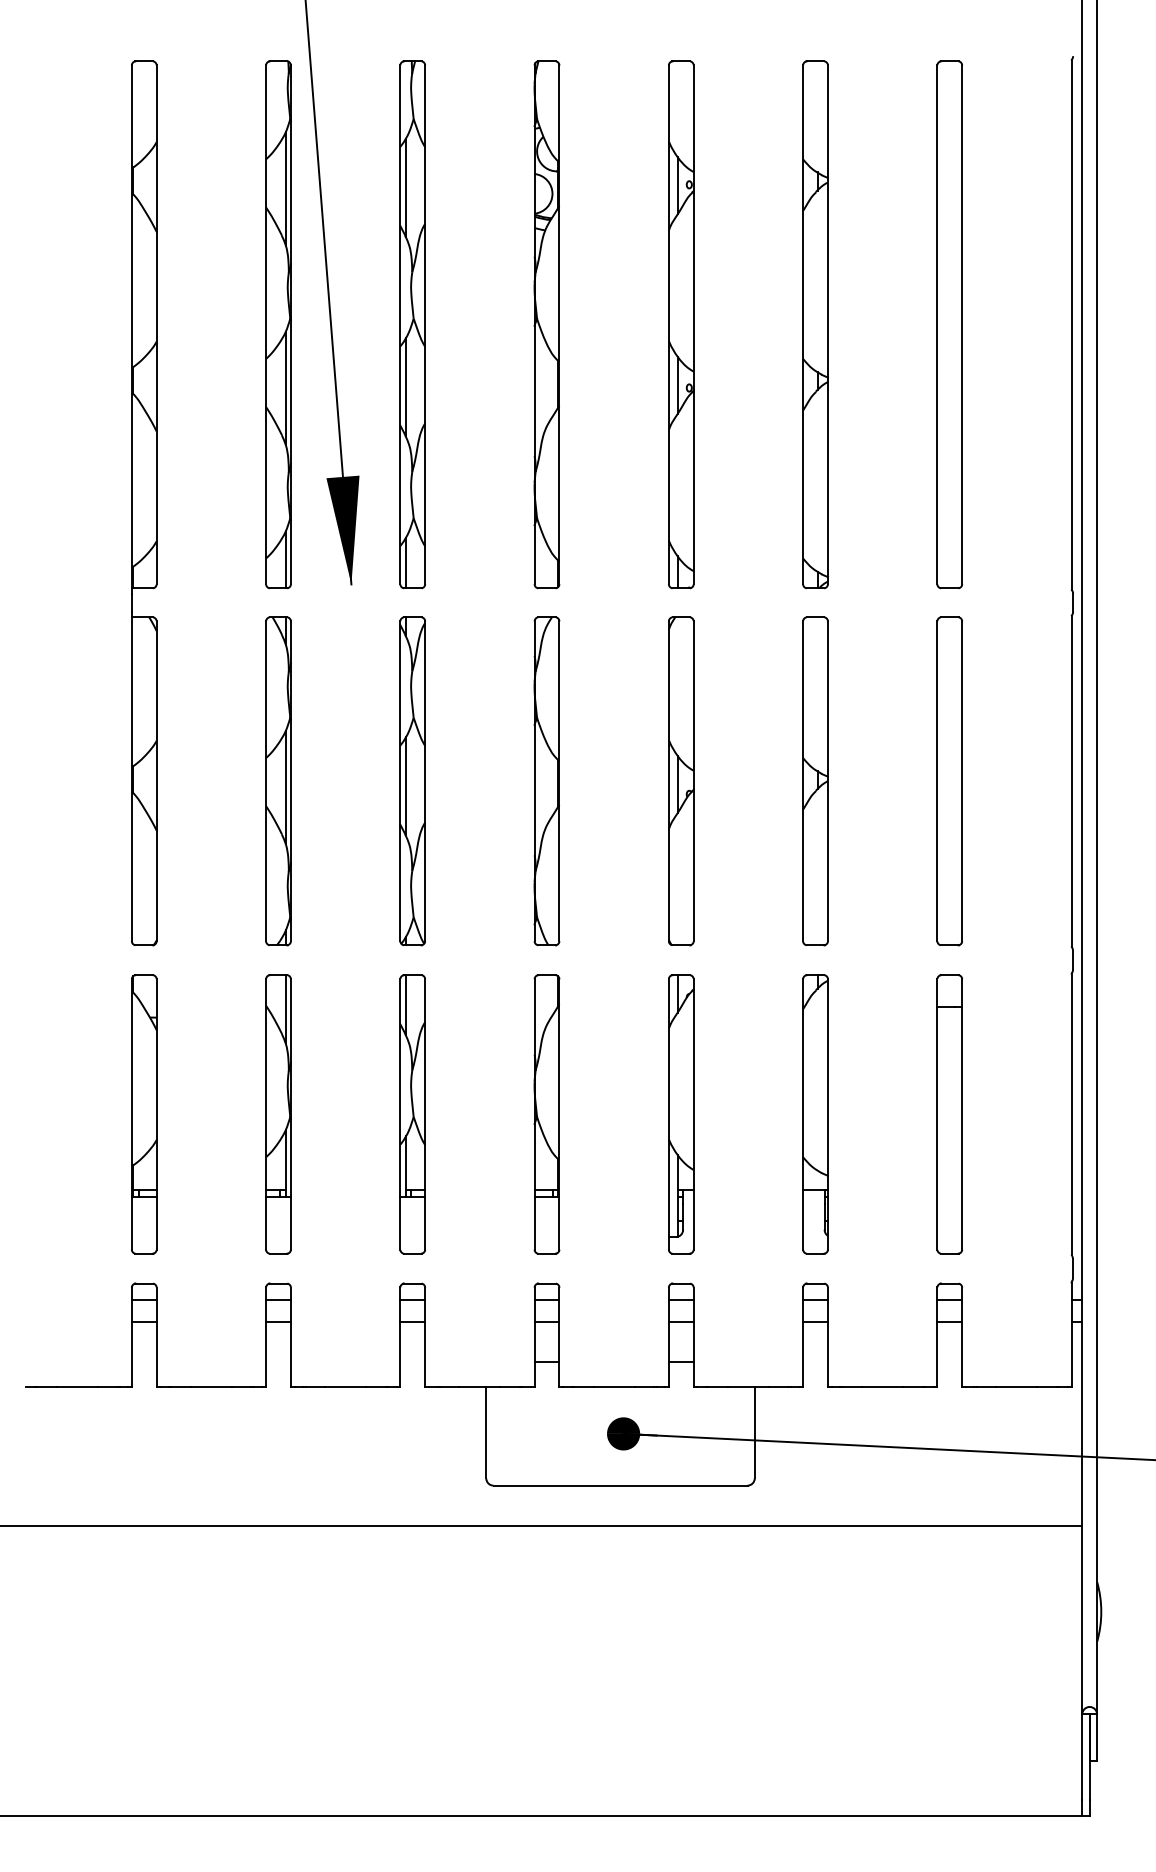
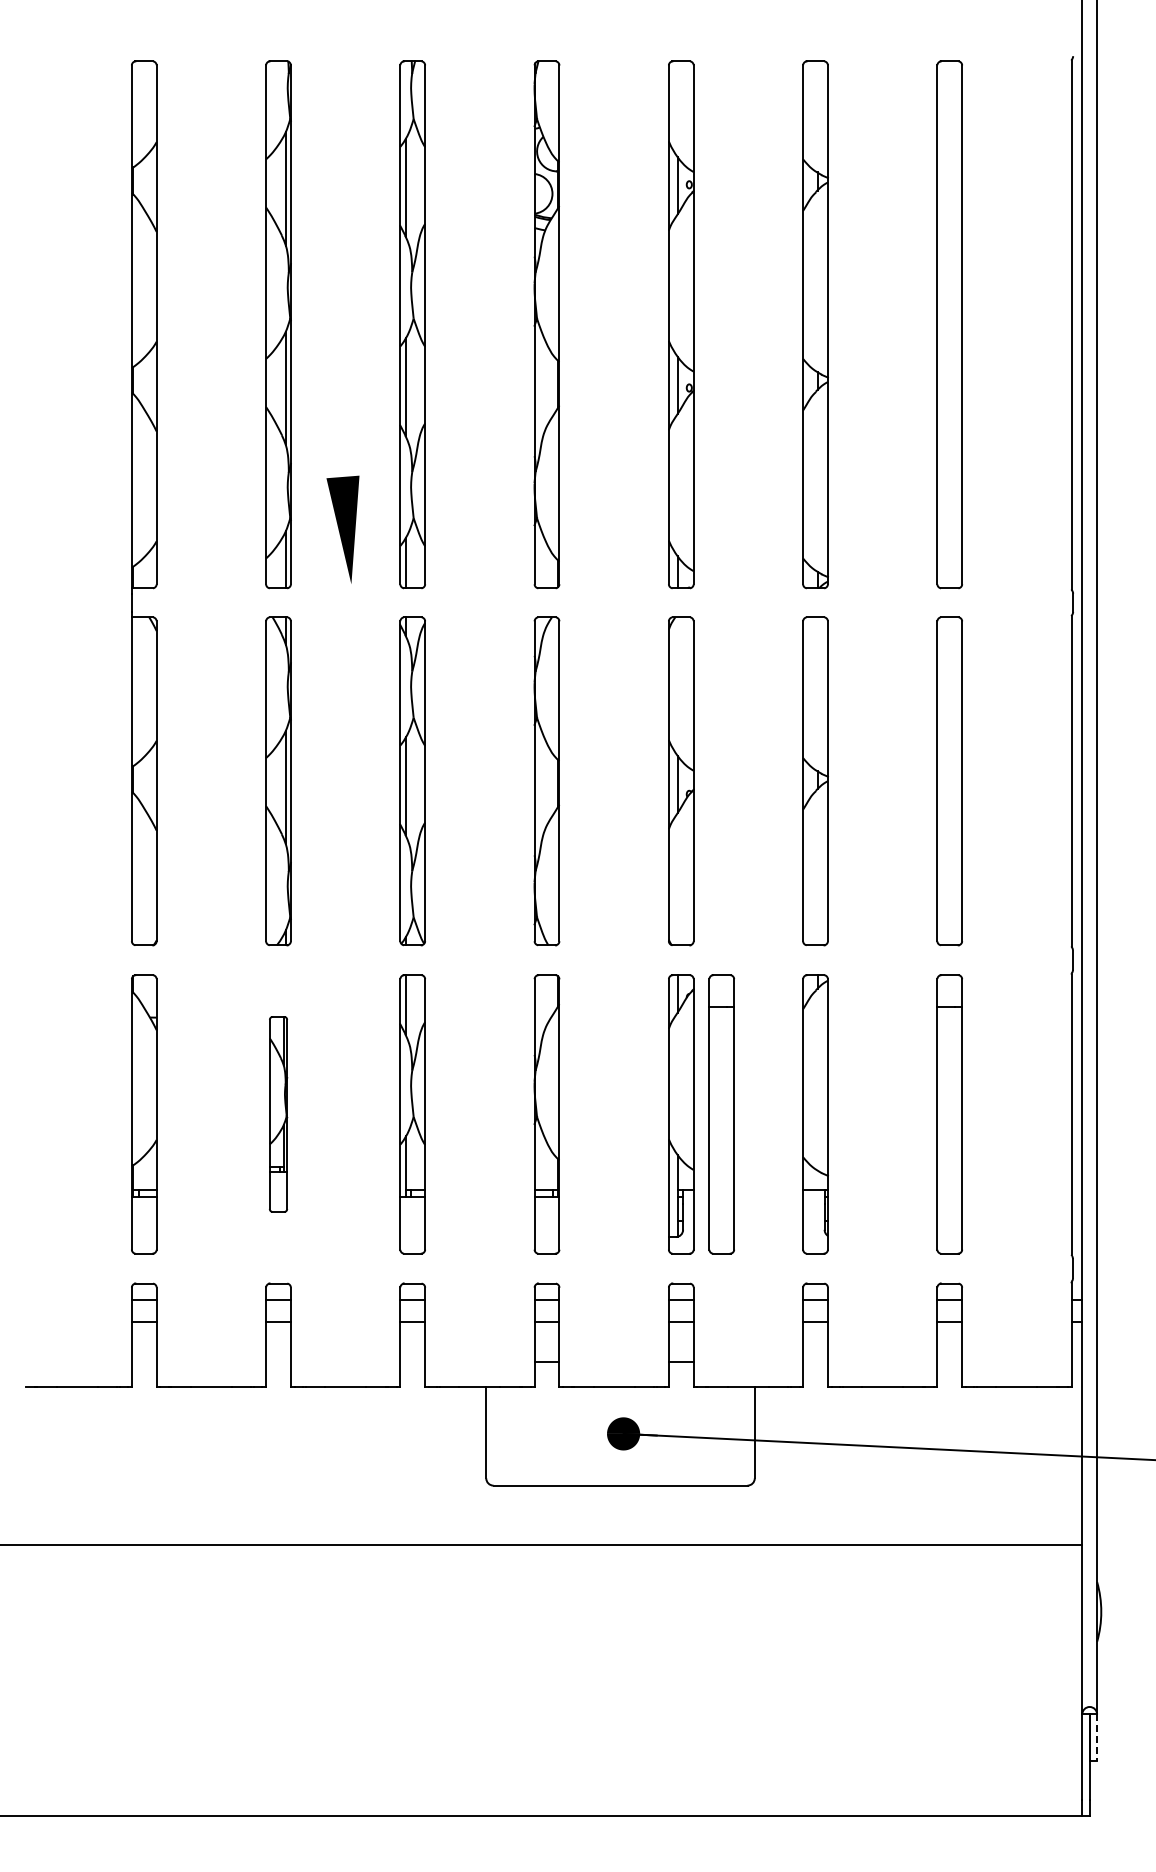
line at (328, 293): present -> none
part at (278, 1114) size: 27x281 px -> 20x197 px
part at (721, 1114): none -> present
line at (542, 1525) position: (542, 1525) -> (542, 1544)
line at (1097, 1738): solid -> dashed
